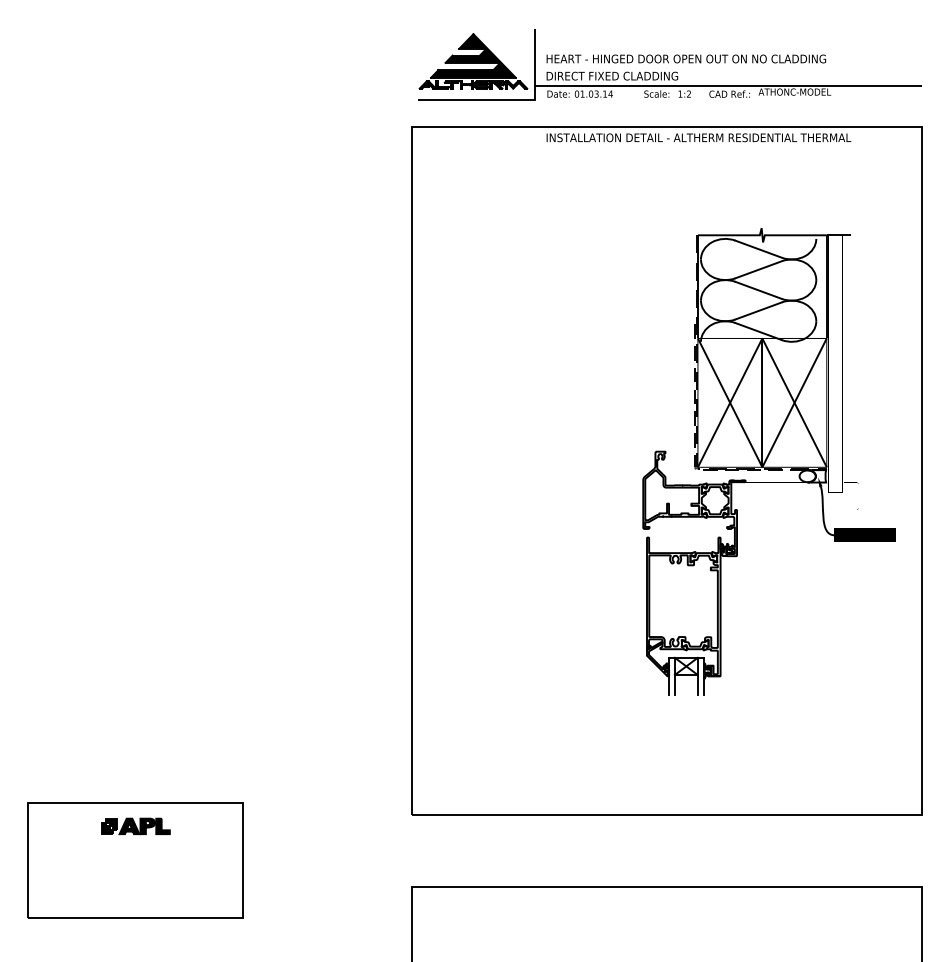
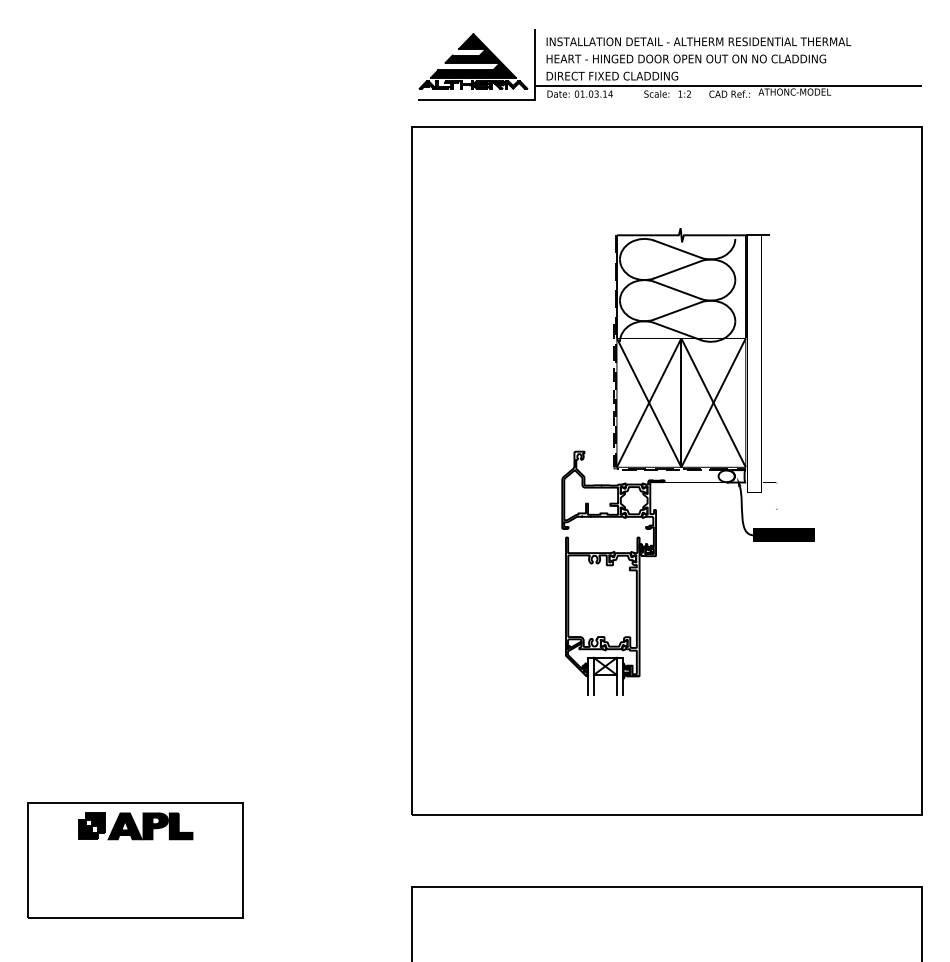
text at (698, 137) position: (698, 137) -> (698, 41)
part at (768, 461) position: (768, 461) -> (687, 461)
part at (135, 826) size: 70x19 px -> 116x29 px
